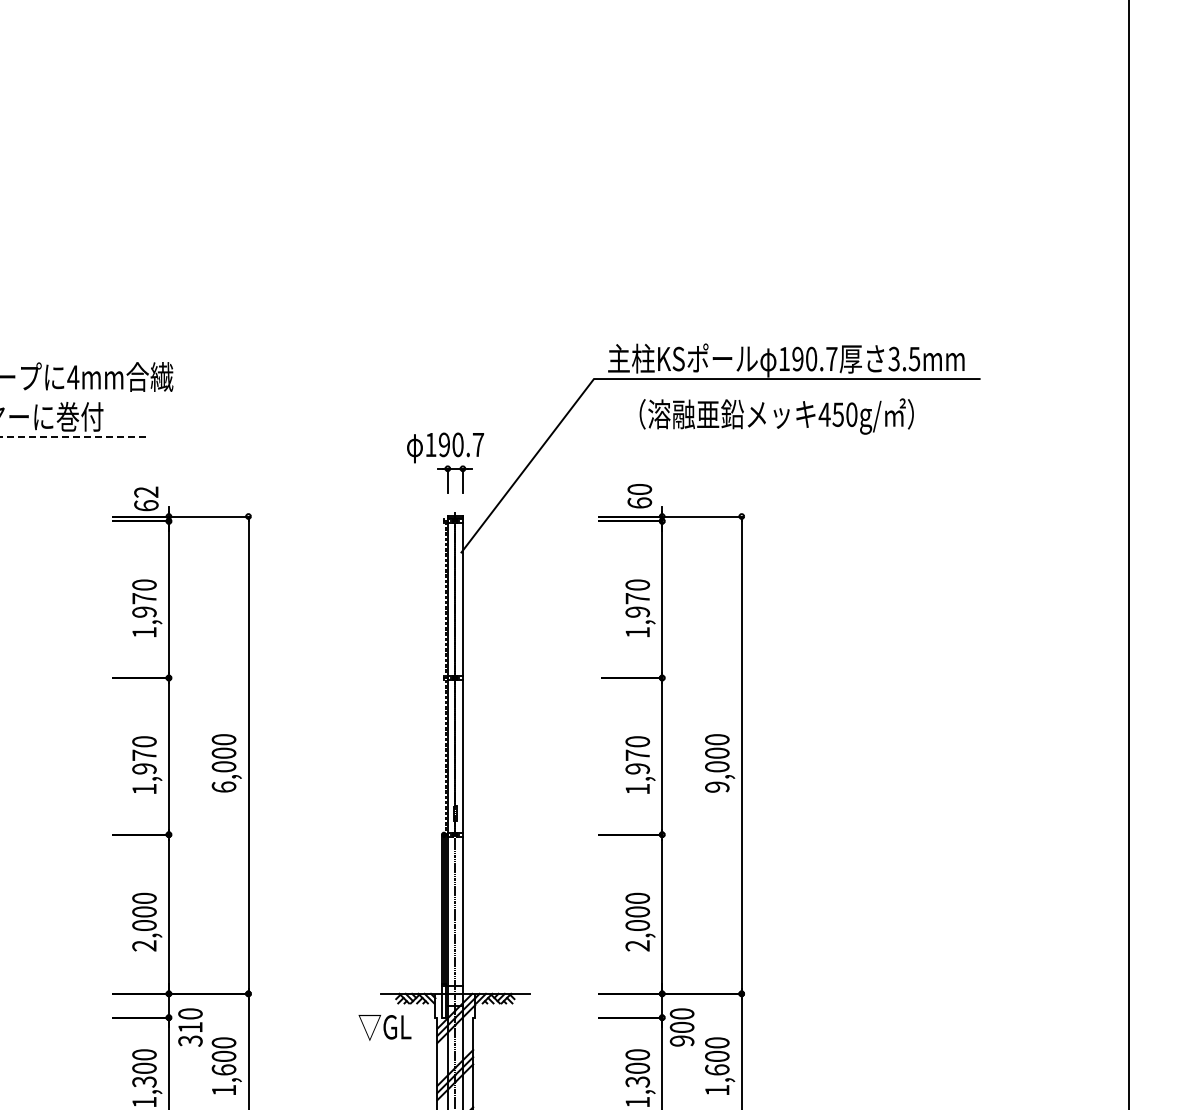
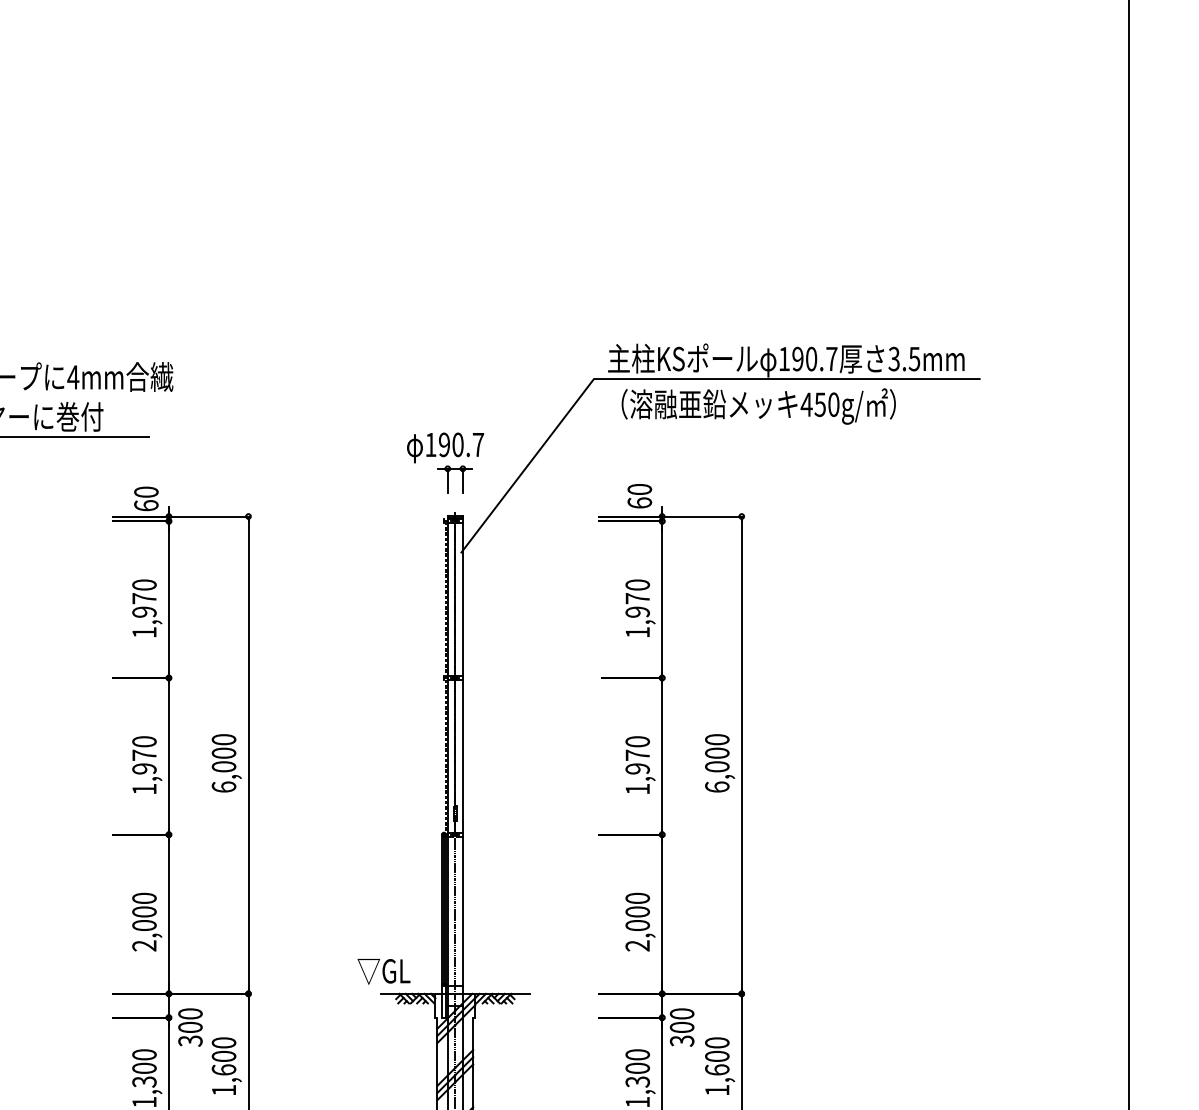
text at (776, 416) position: (776, 416) -> (758, 406)
line at (75, 437): dashed -> solid
text at (146, 491): 62 -> 60
text at (717, 786): 9,000 -> 6,000
text at (190, 1026): 310 -> 300
text at (384, 1027) position: (384, 1027) -> (383, 971)
text at (682, 1040): 900 -> 300
